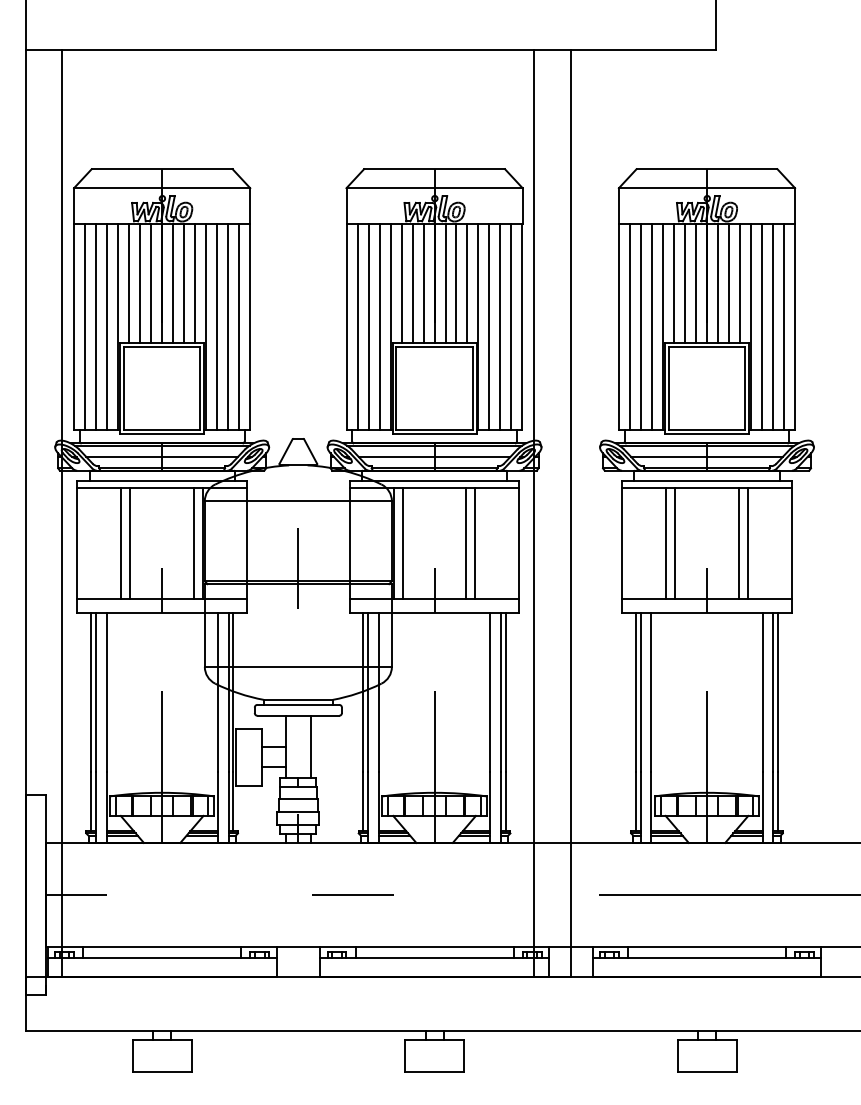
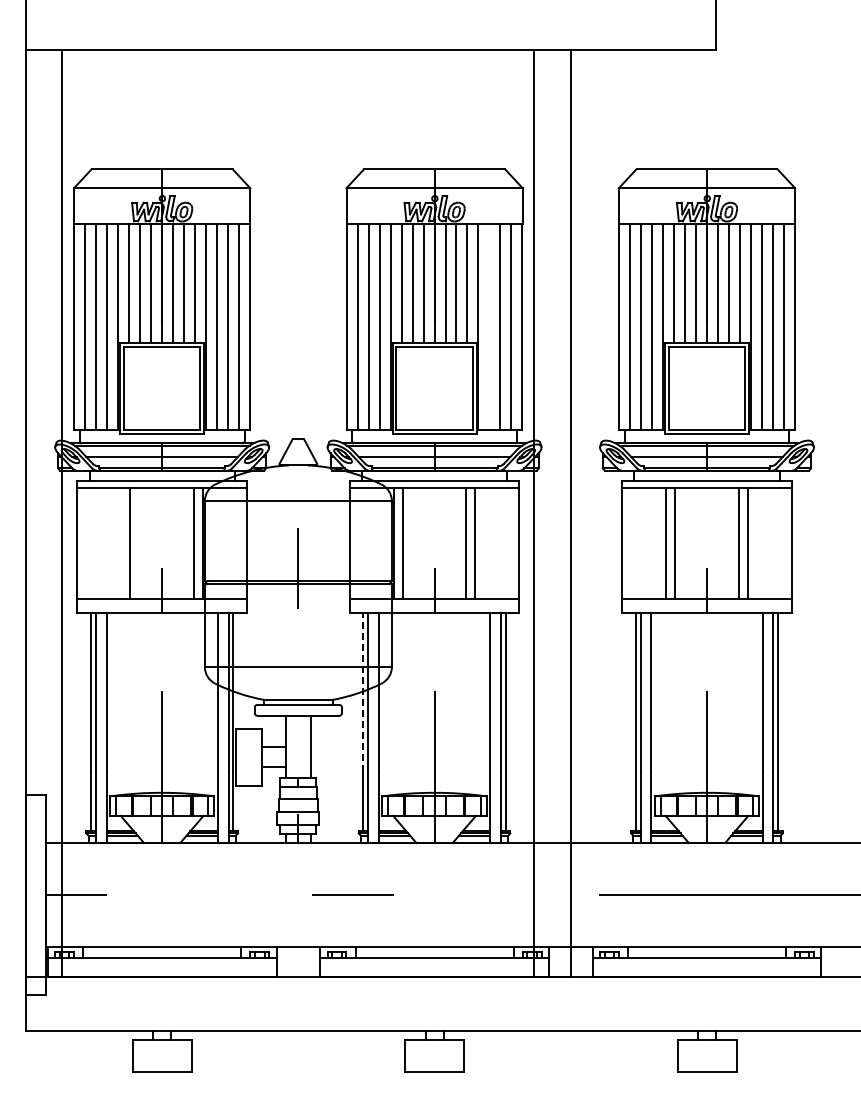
line at (489, 326): present -> none
line at (121, 543): present -> none
line at (363, 692): solid -> dashed
